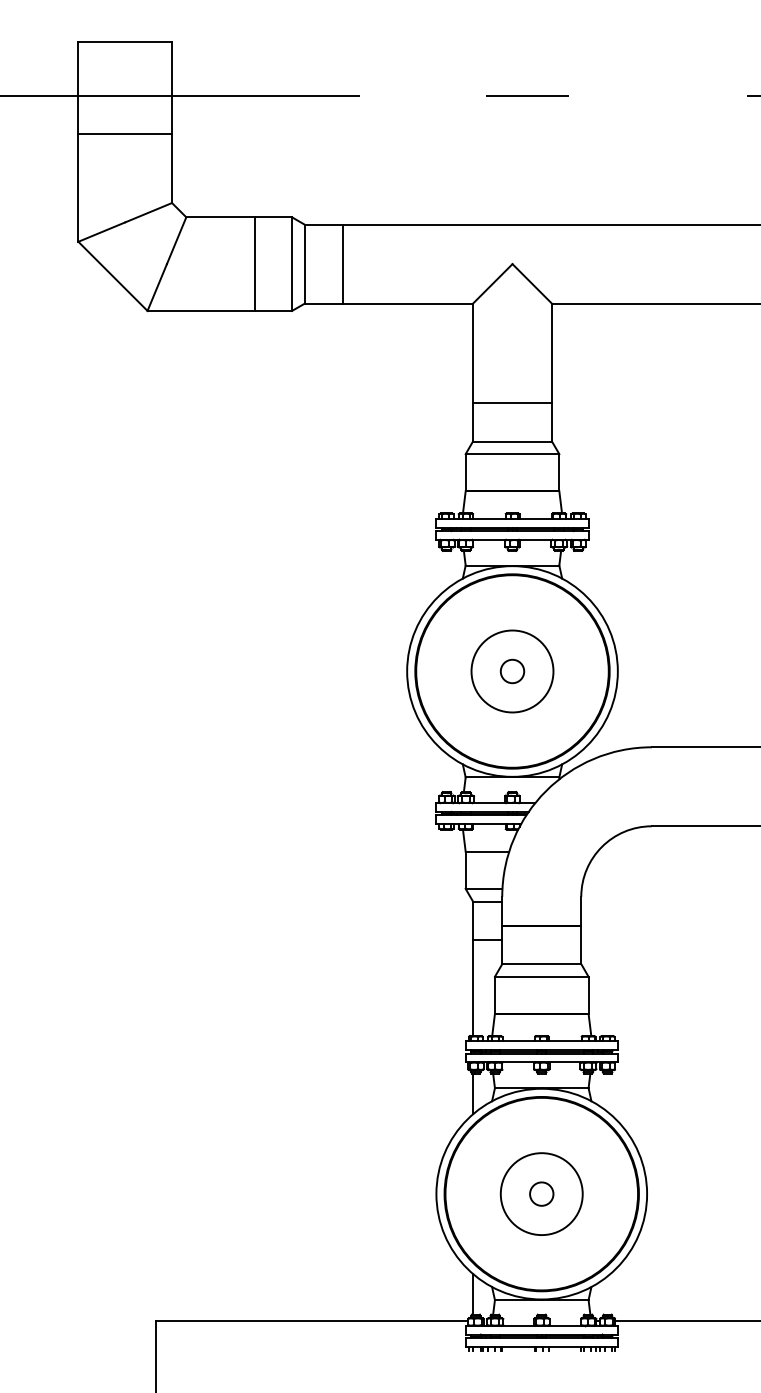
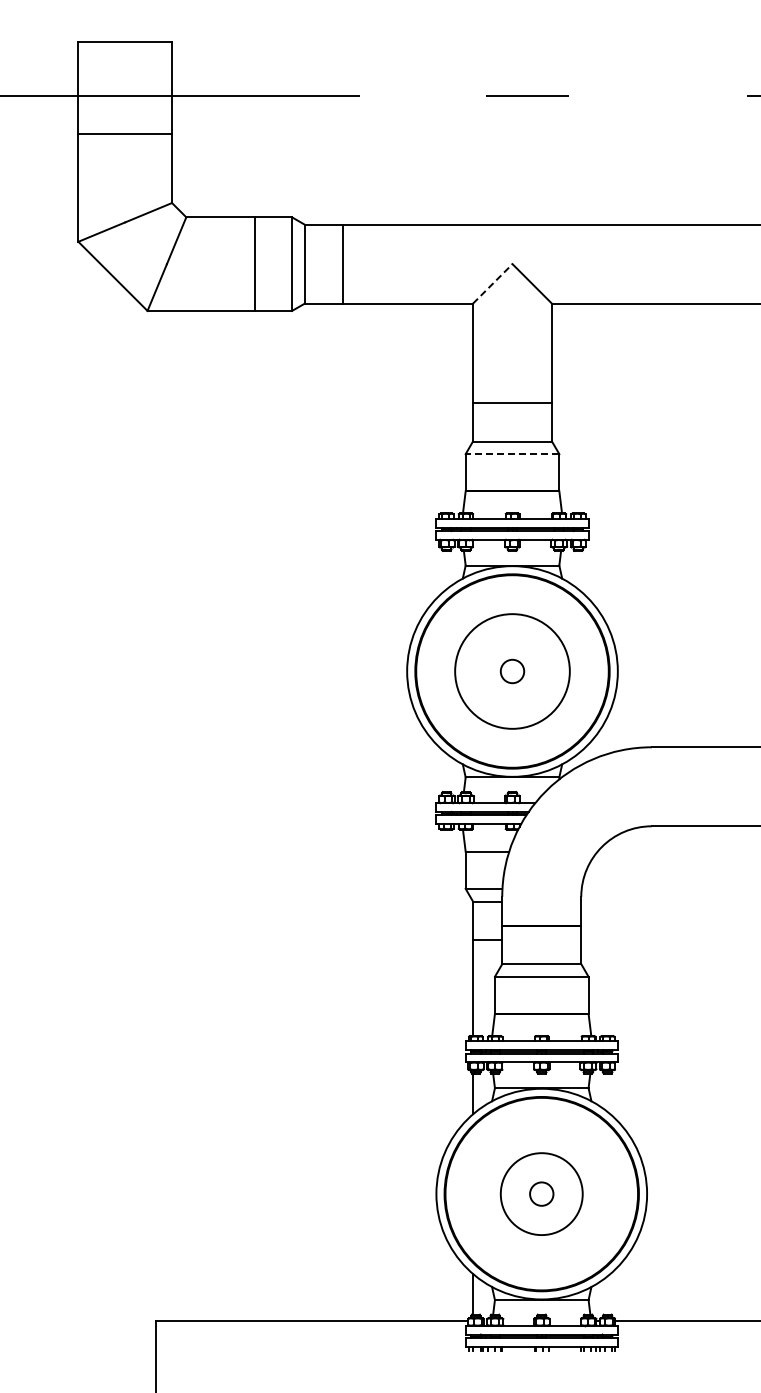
line at (492, 283): solid -> dashed
line at (512, 454): solid -> dashed
circle at (512, 671) diameter: 82 px -> 115 px
